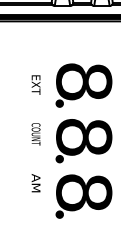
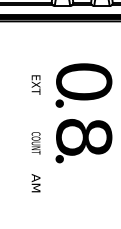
text at (84, 81): 8 -> 0
text at (35, 134) position: (35, 134) -> (35, 143)
part at (83, 196): present -> none
